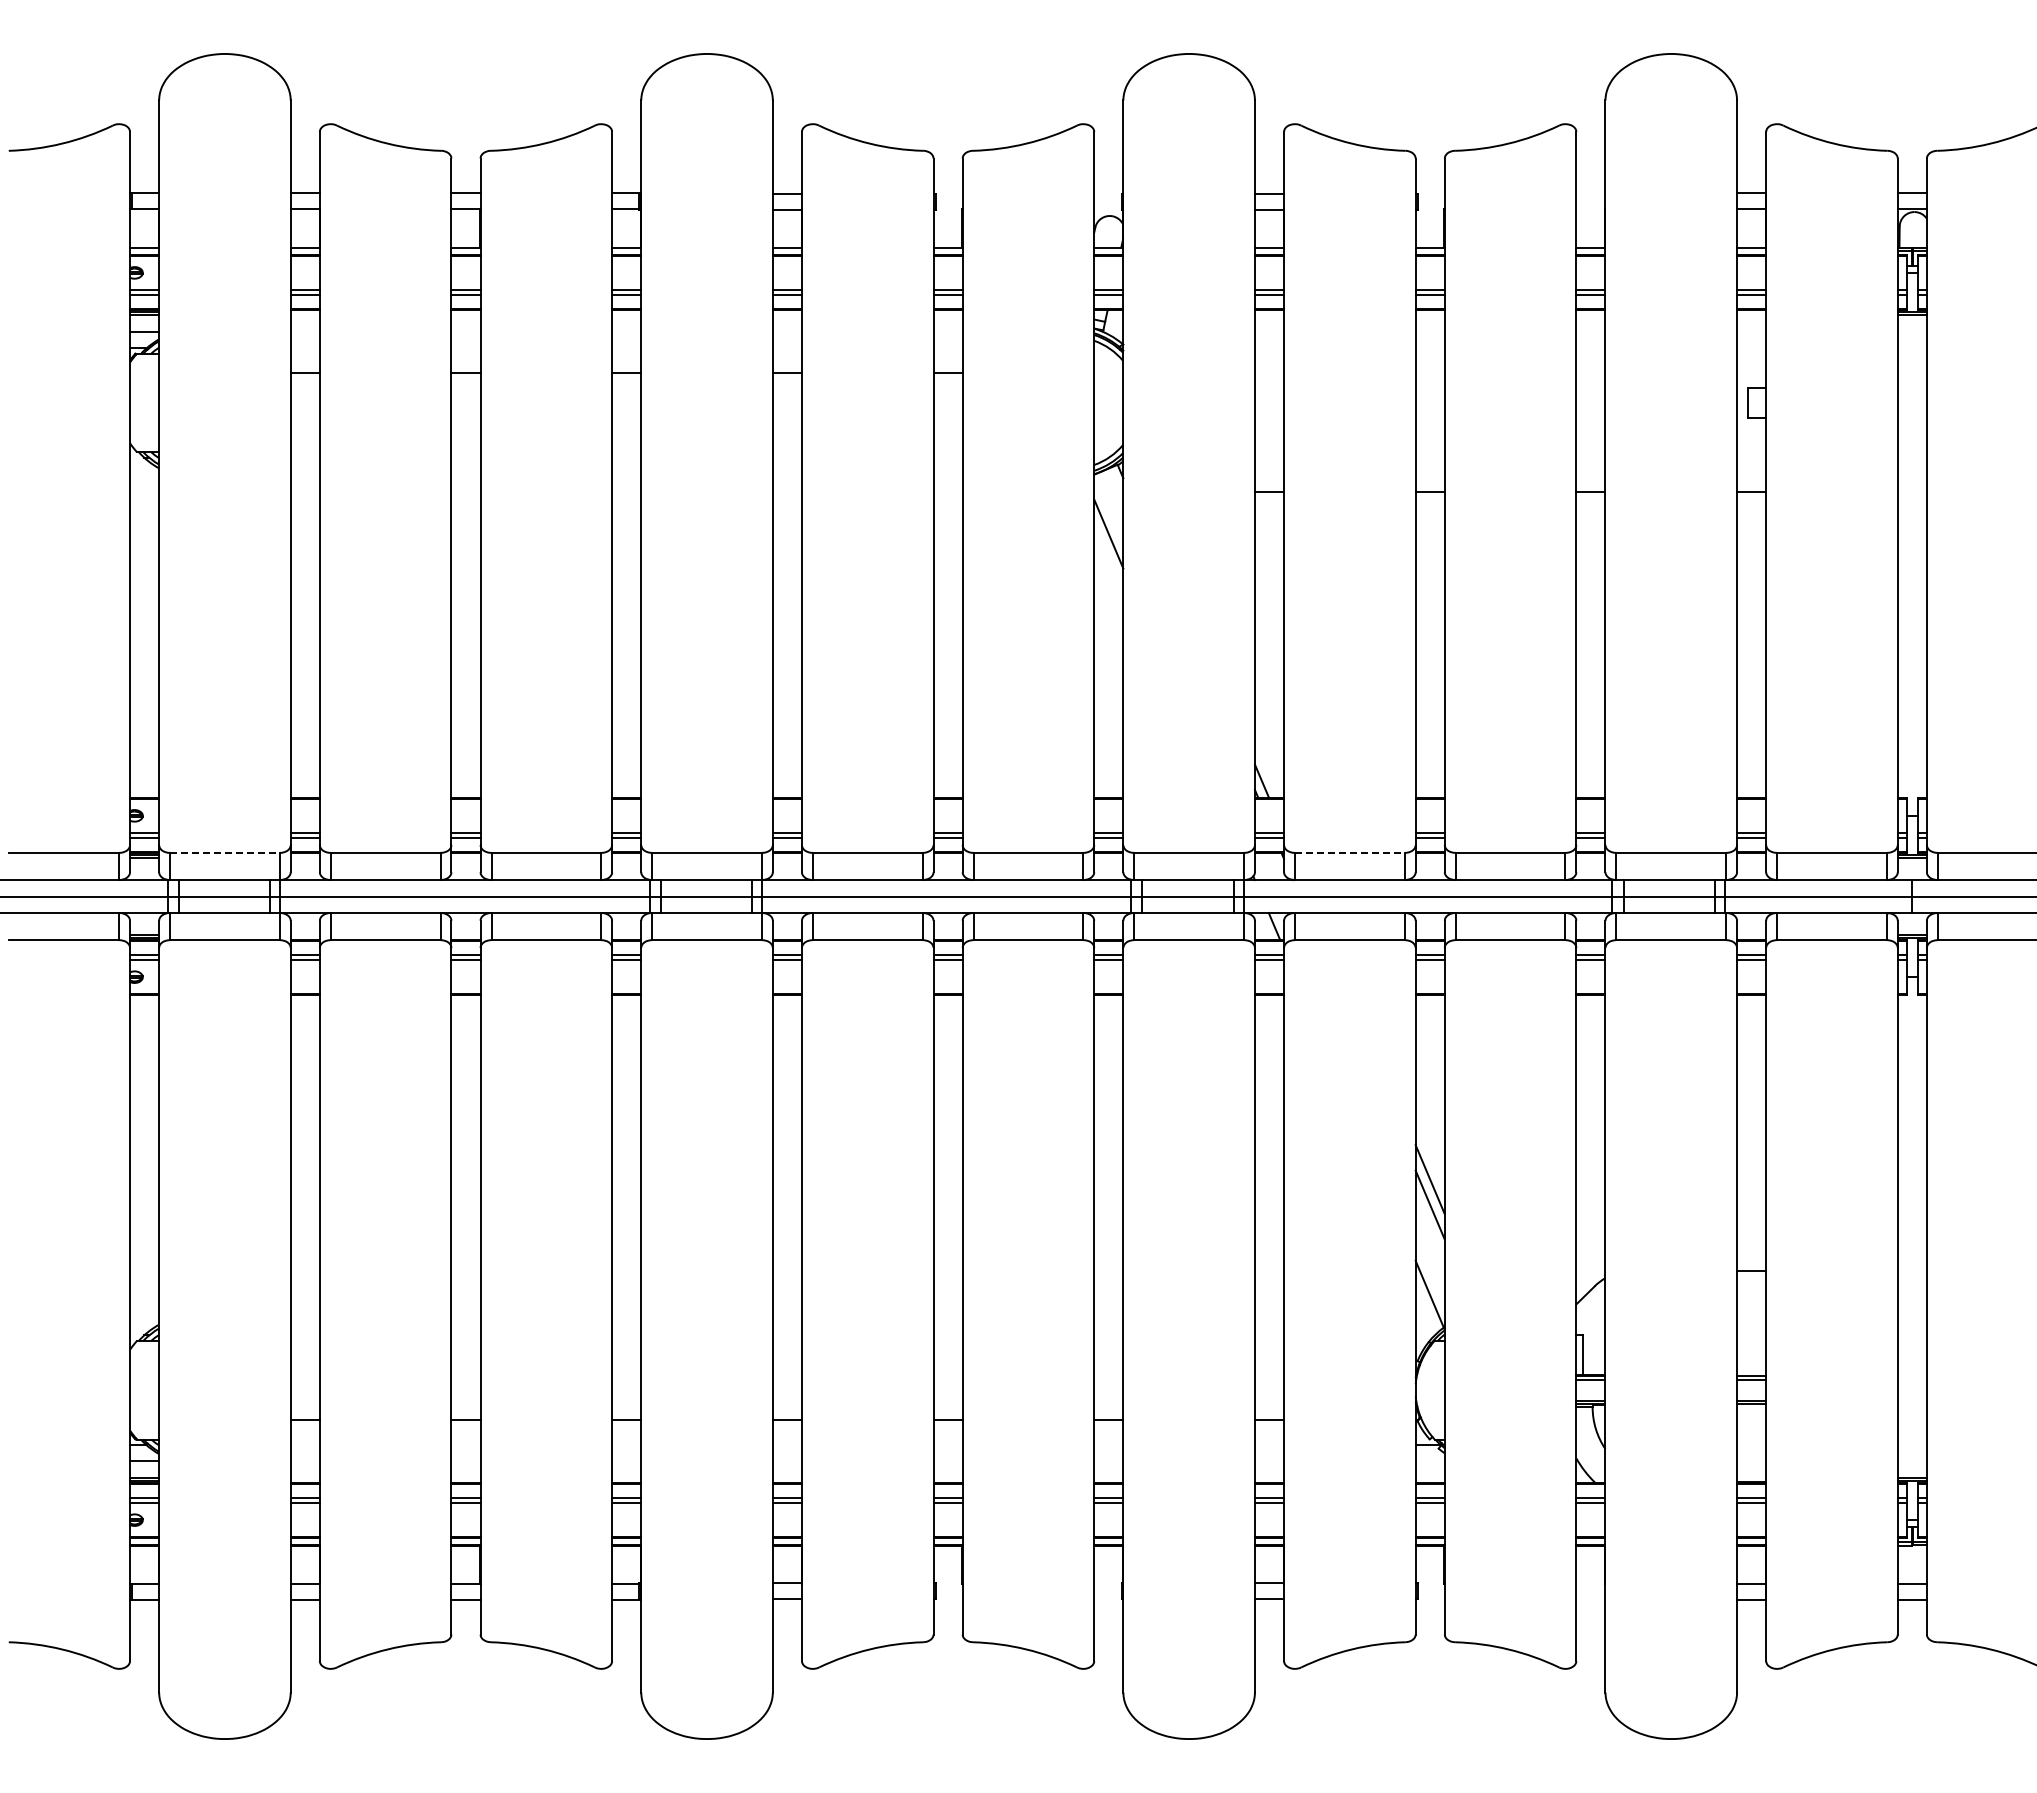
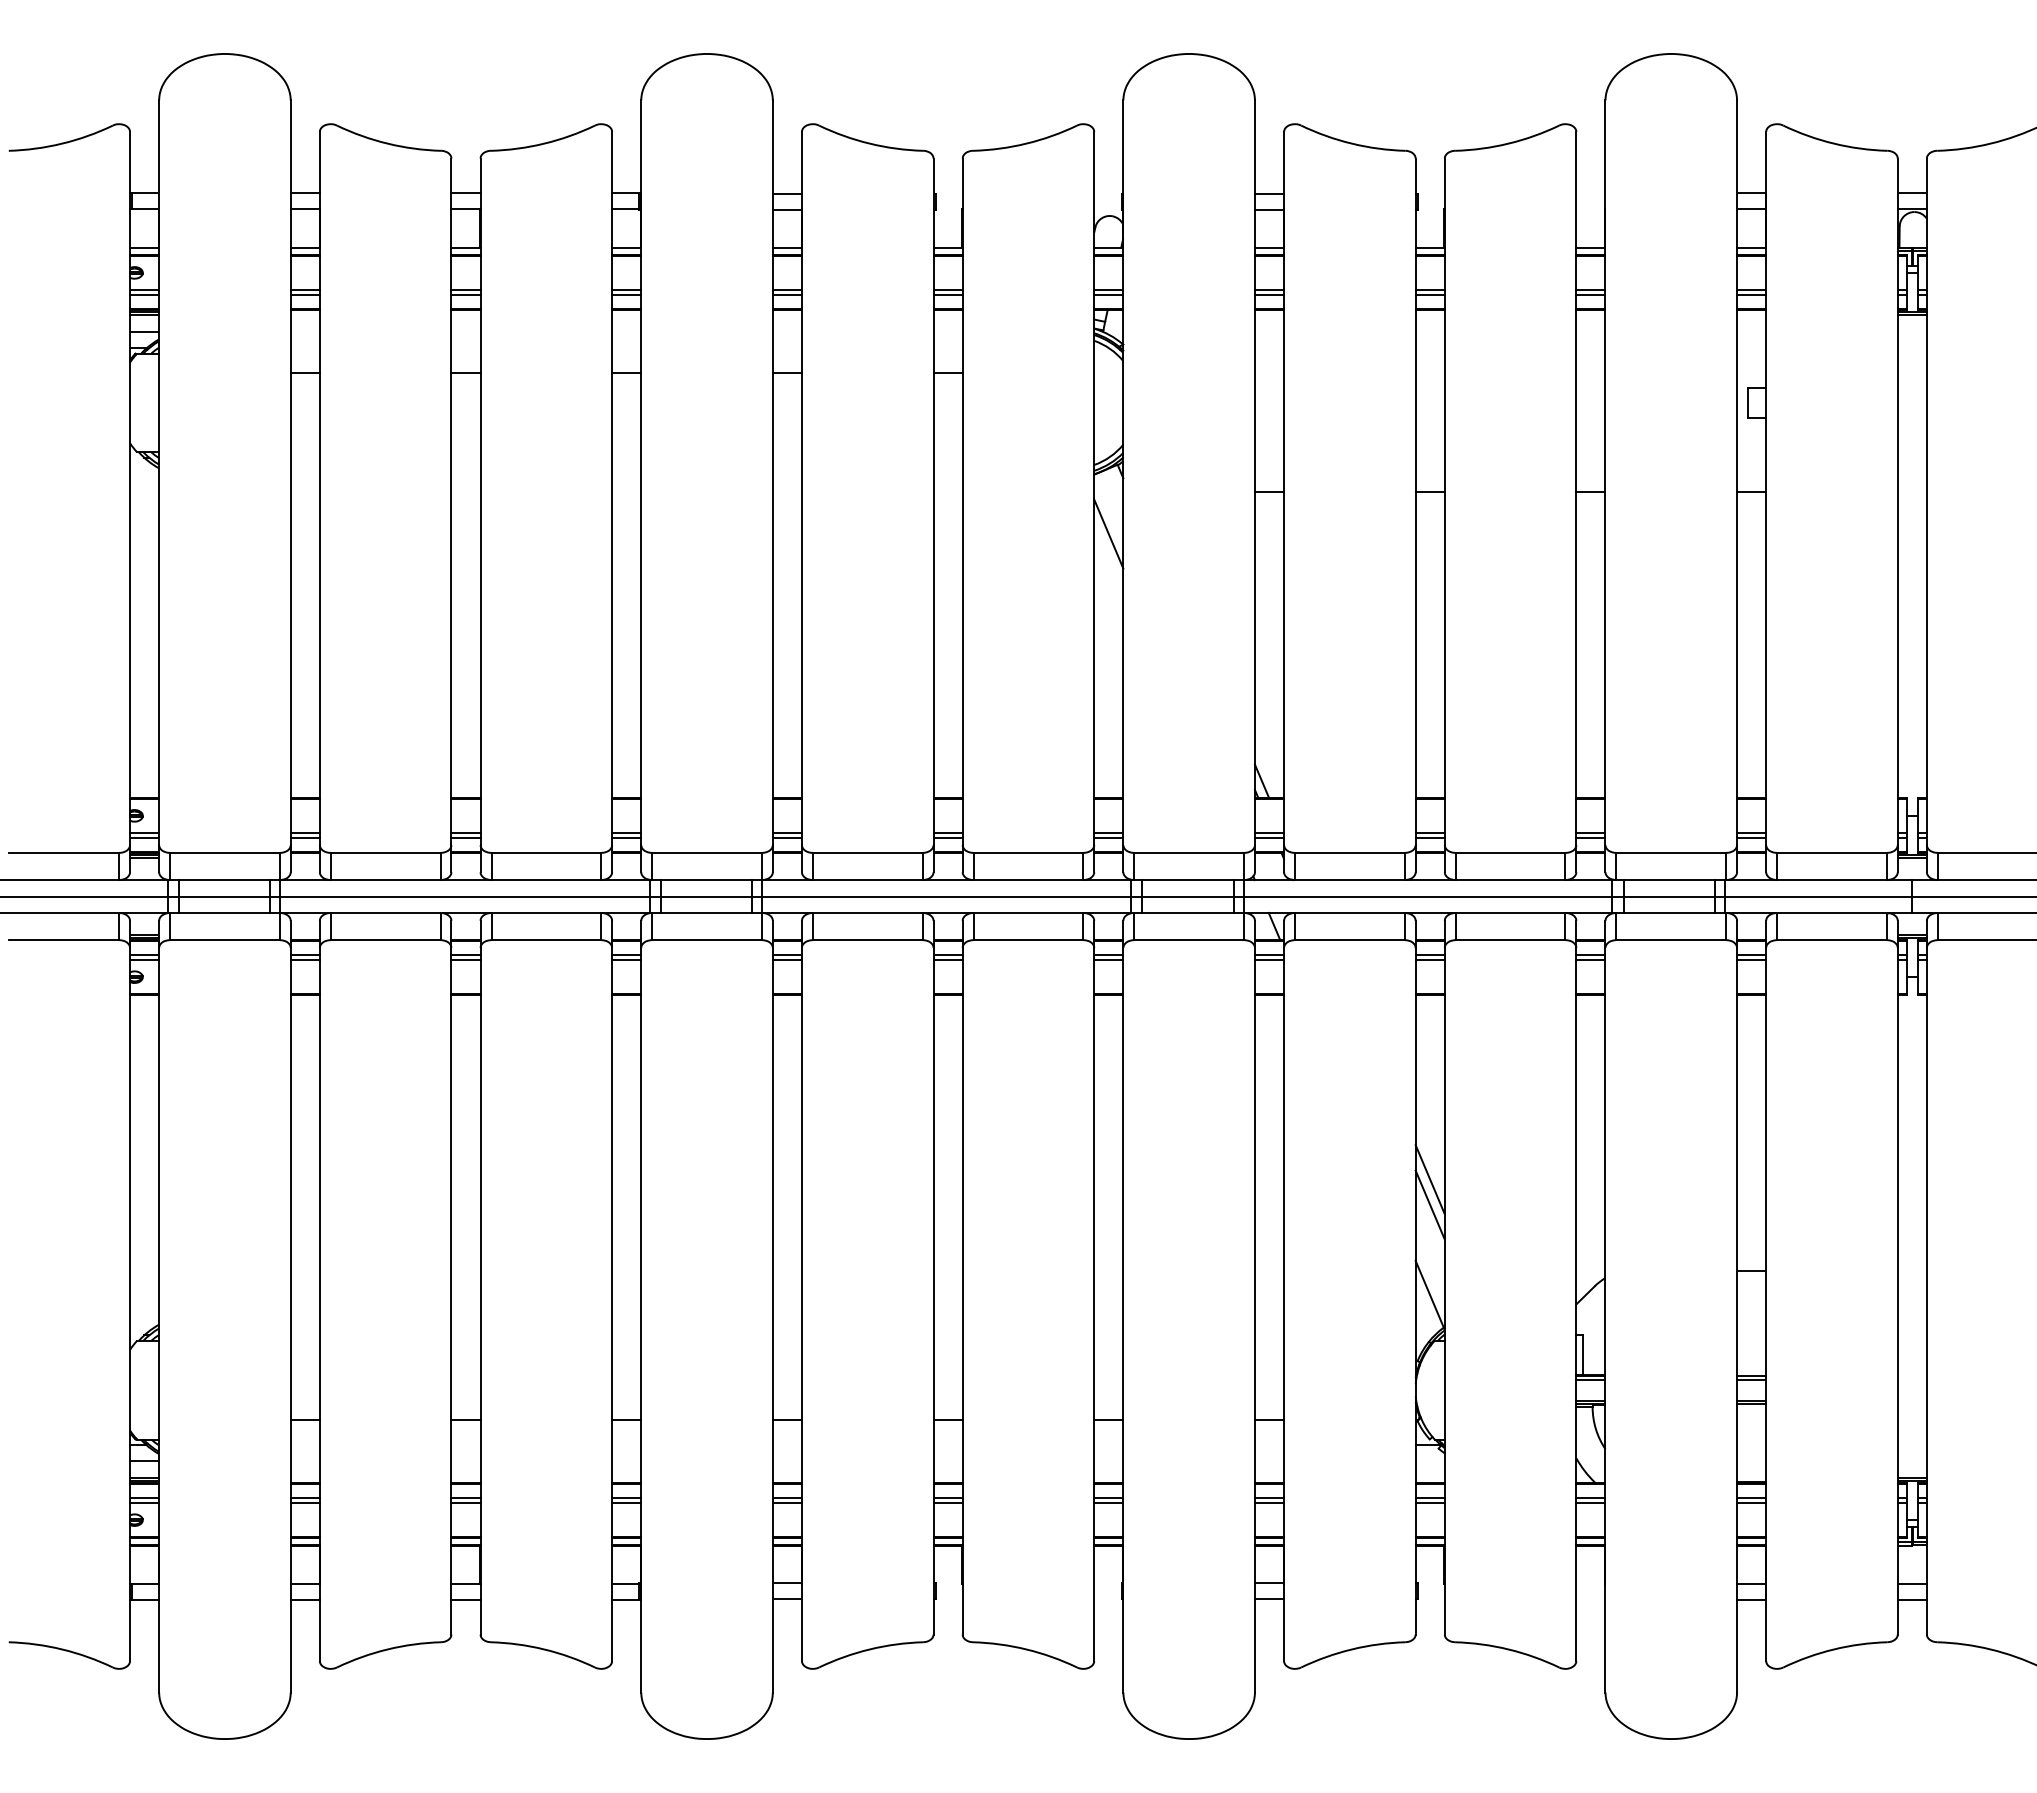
line at (224, 852): dashed -> solid
line at (1349, 852): dashed -> solid
